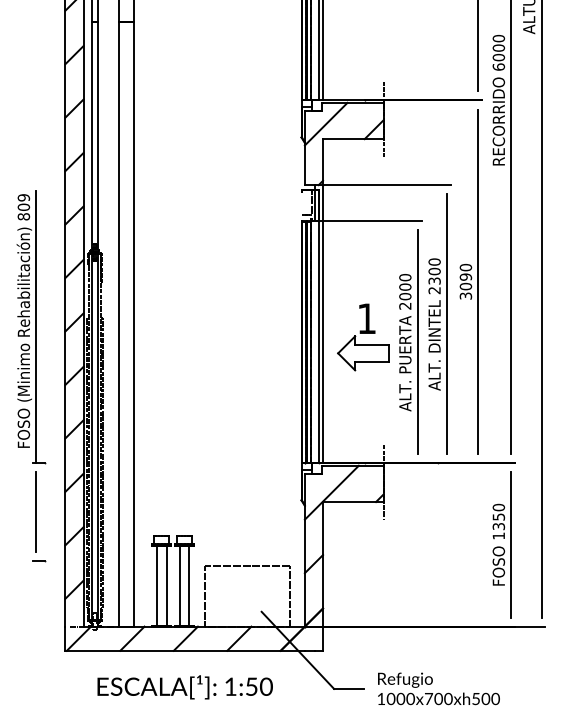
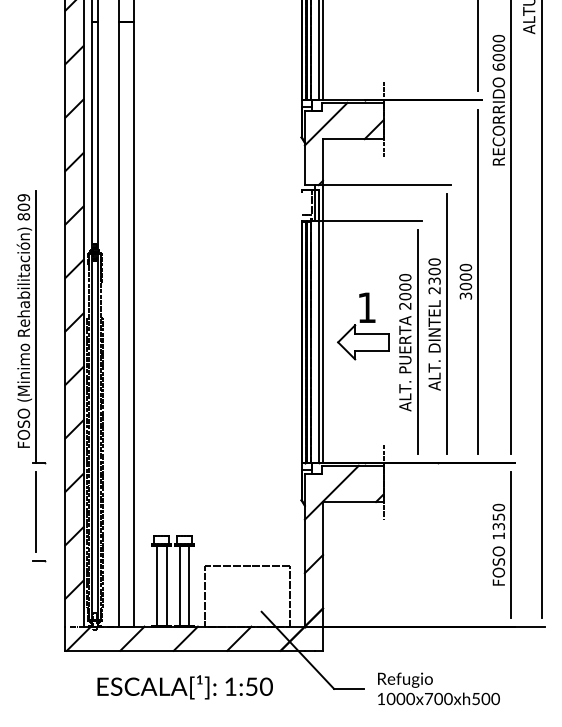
text at (466, 276): 3090 -> 3000
part at (363, 337) position: (363, 337) -> (363, 326)
